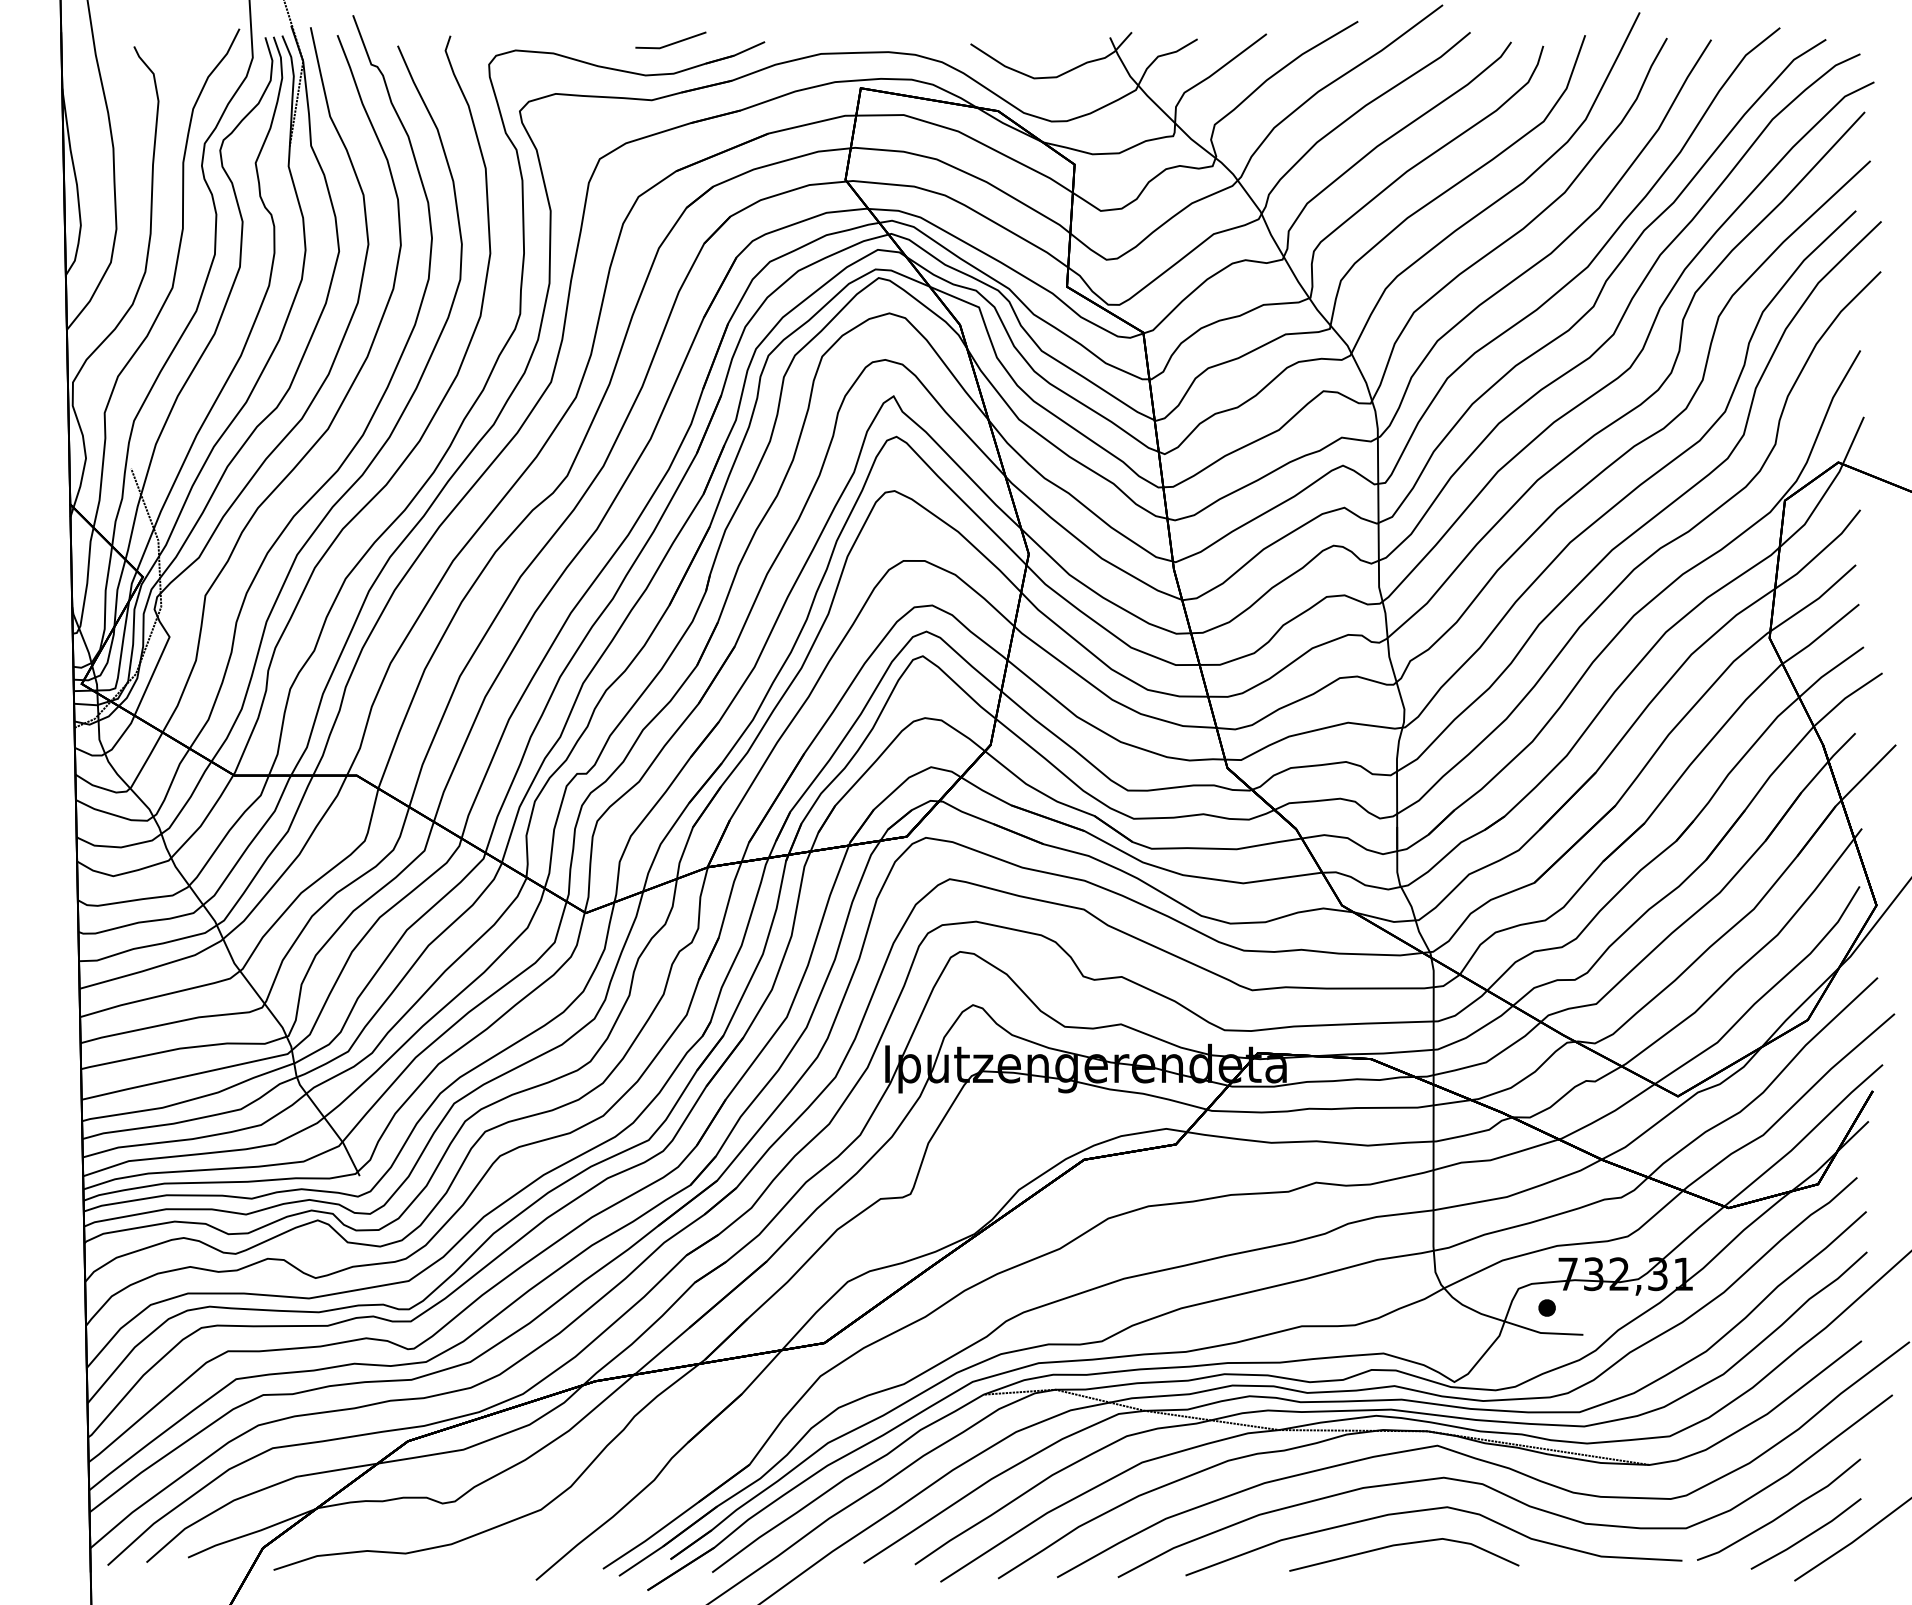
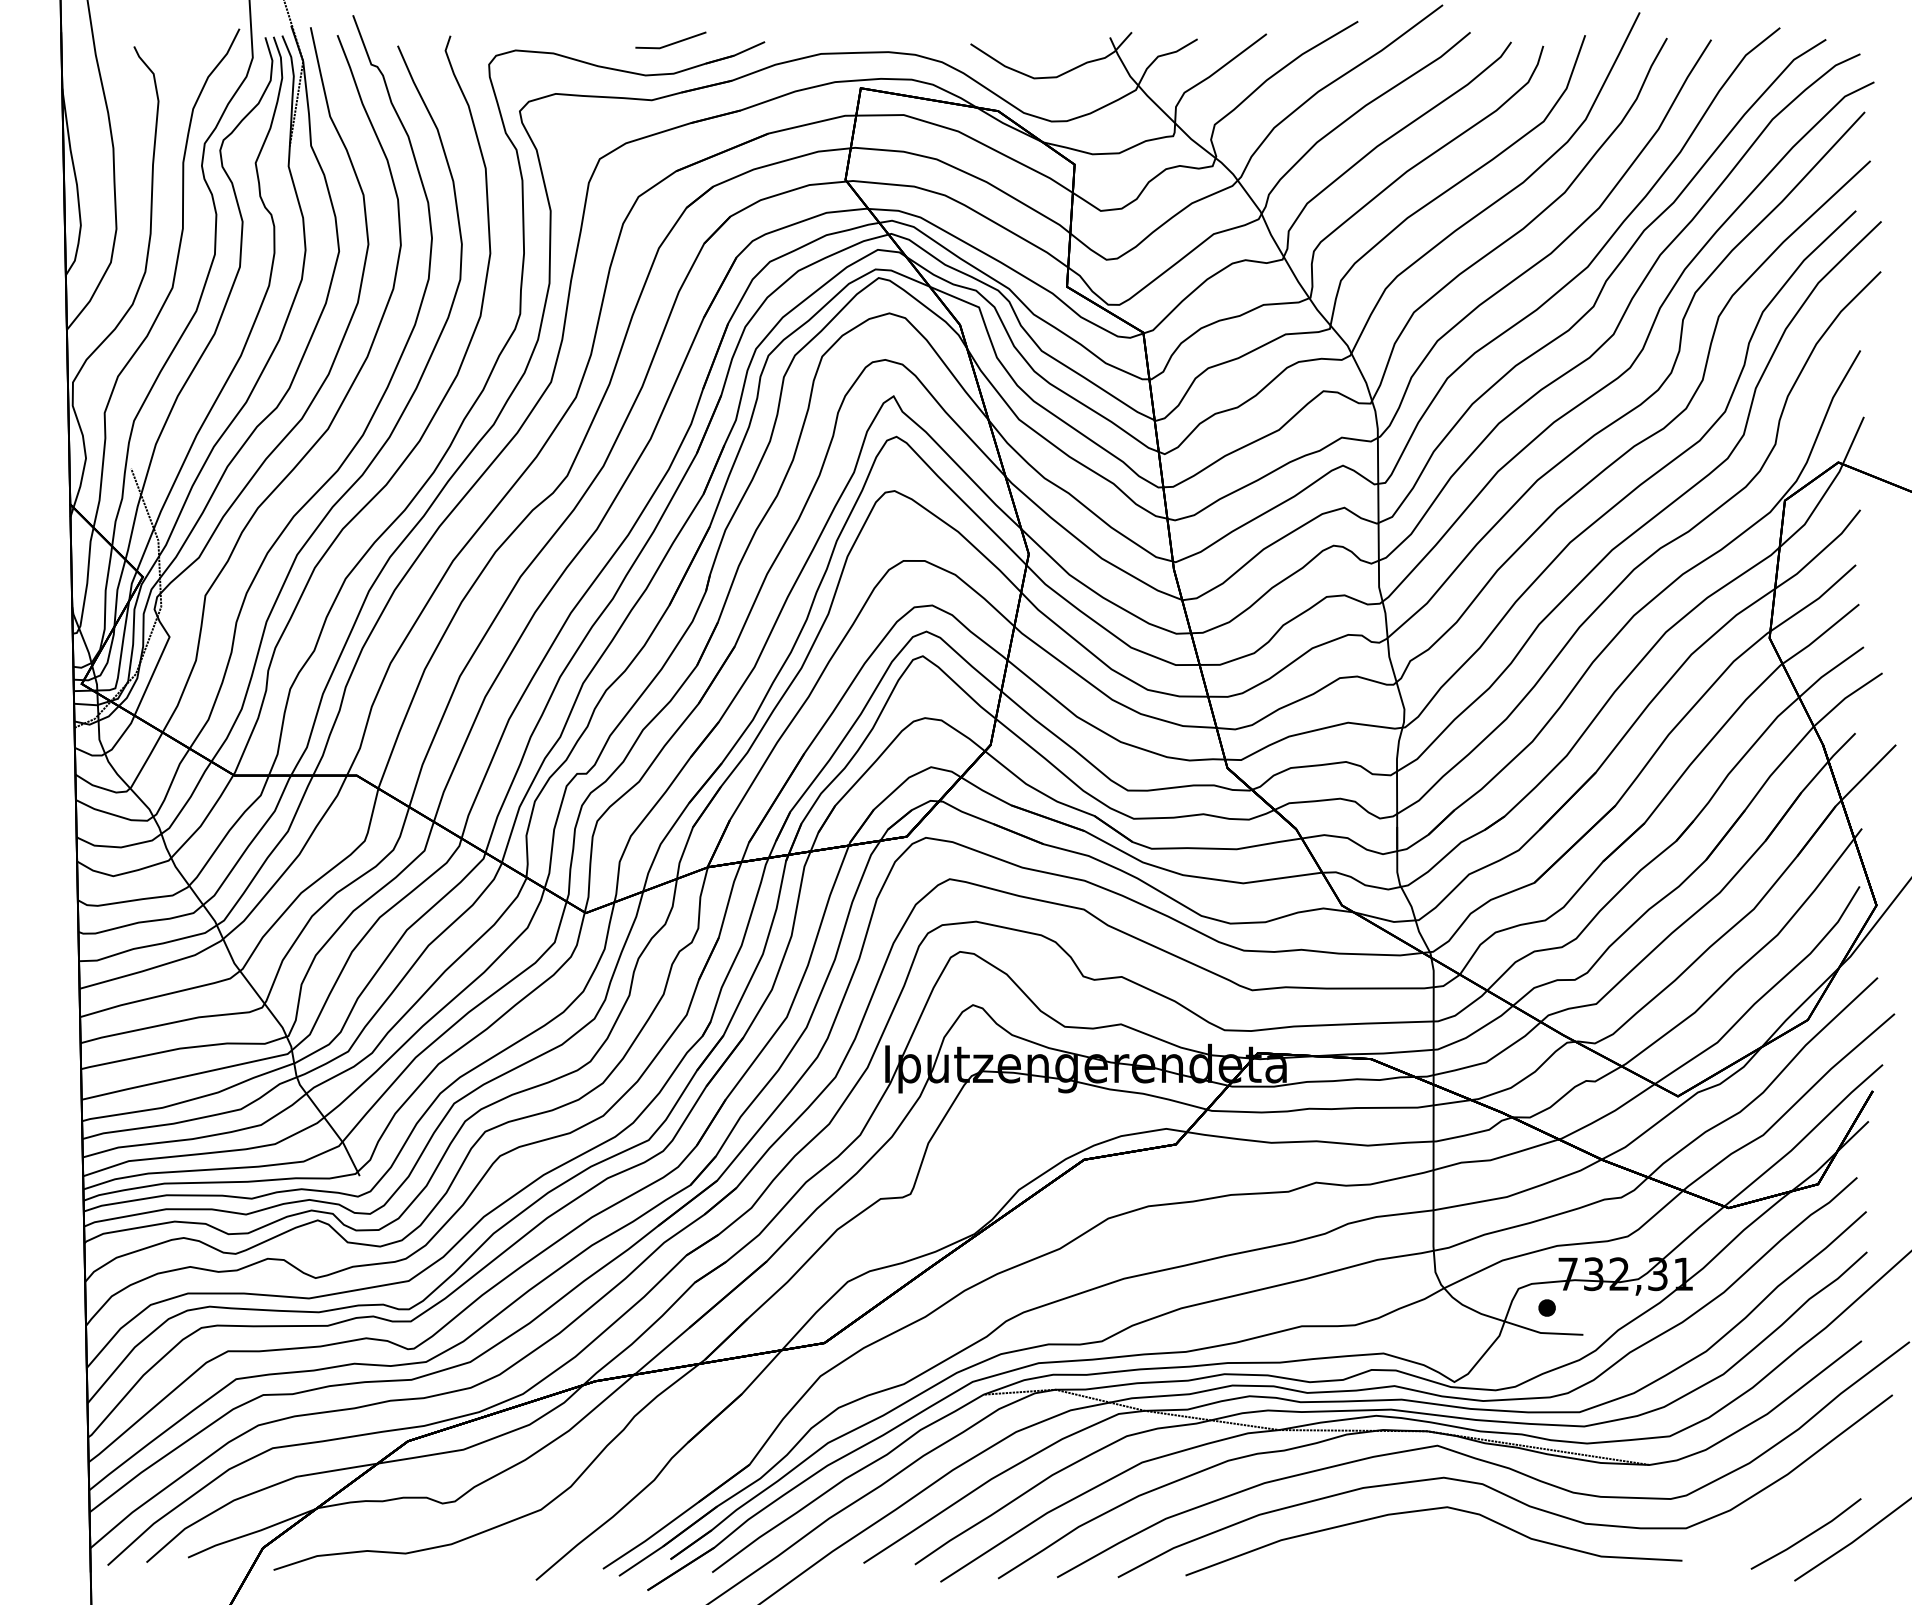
curve at (1783, 1512): present -> none
line at (1402, 1545): present -> none
